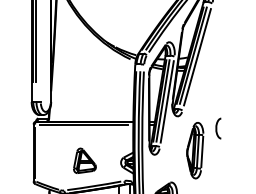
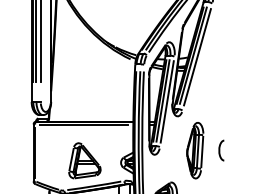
line at (40, 41): none -> present
curve at (217, 128) position: (217, 128) -> (220, 150)
part at (84, 160) size: 24x27 px -> 34x38 px
